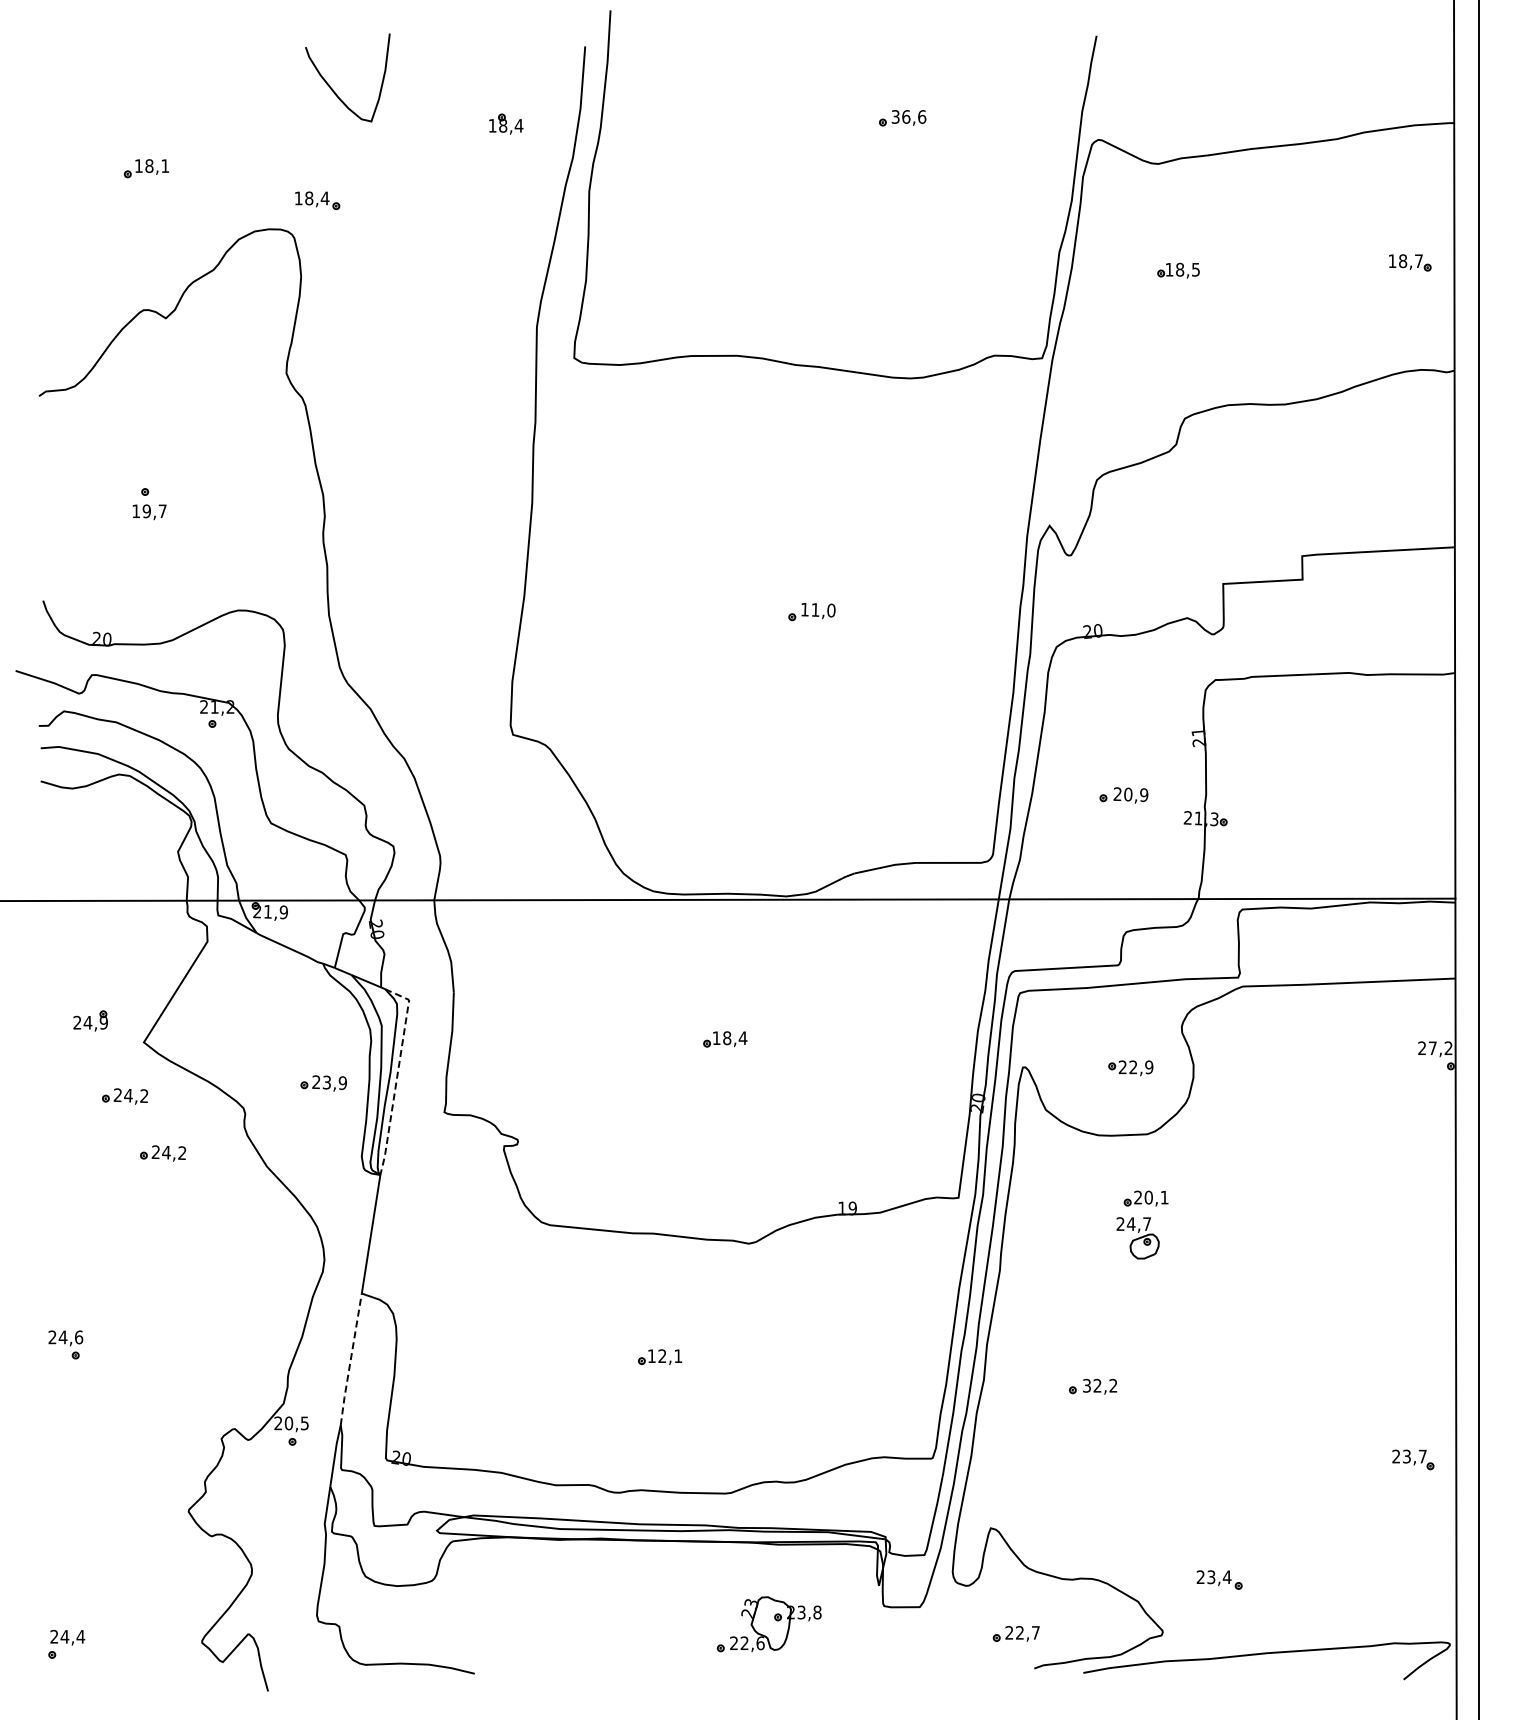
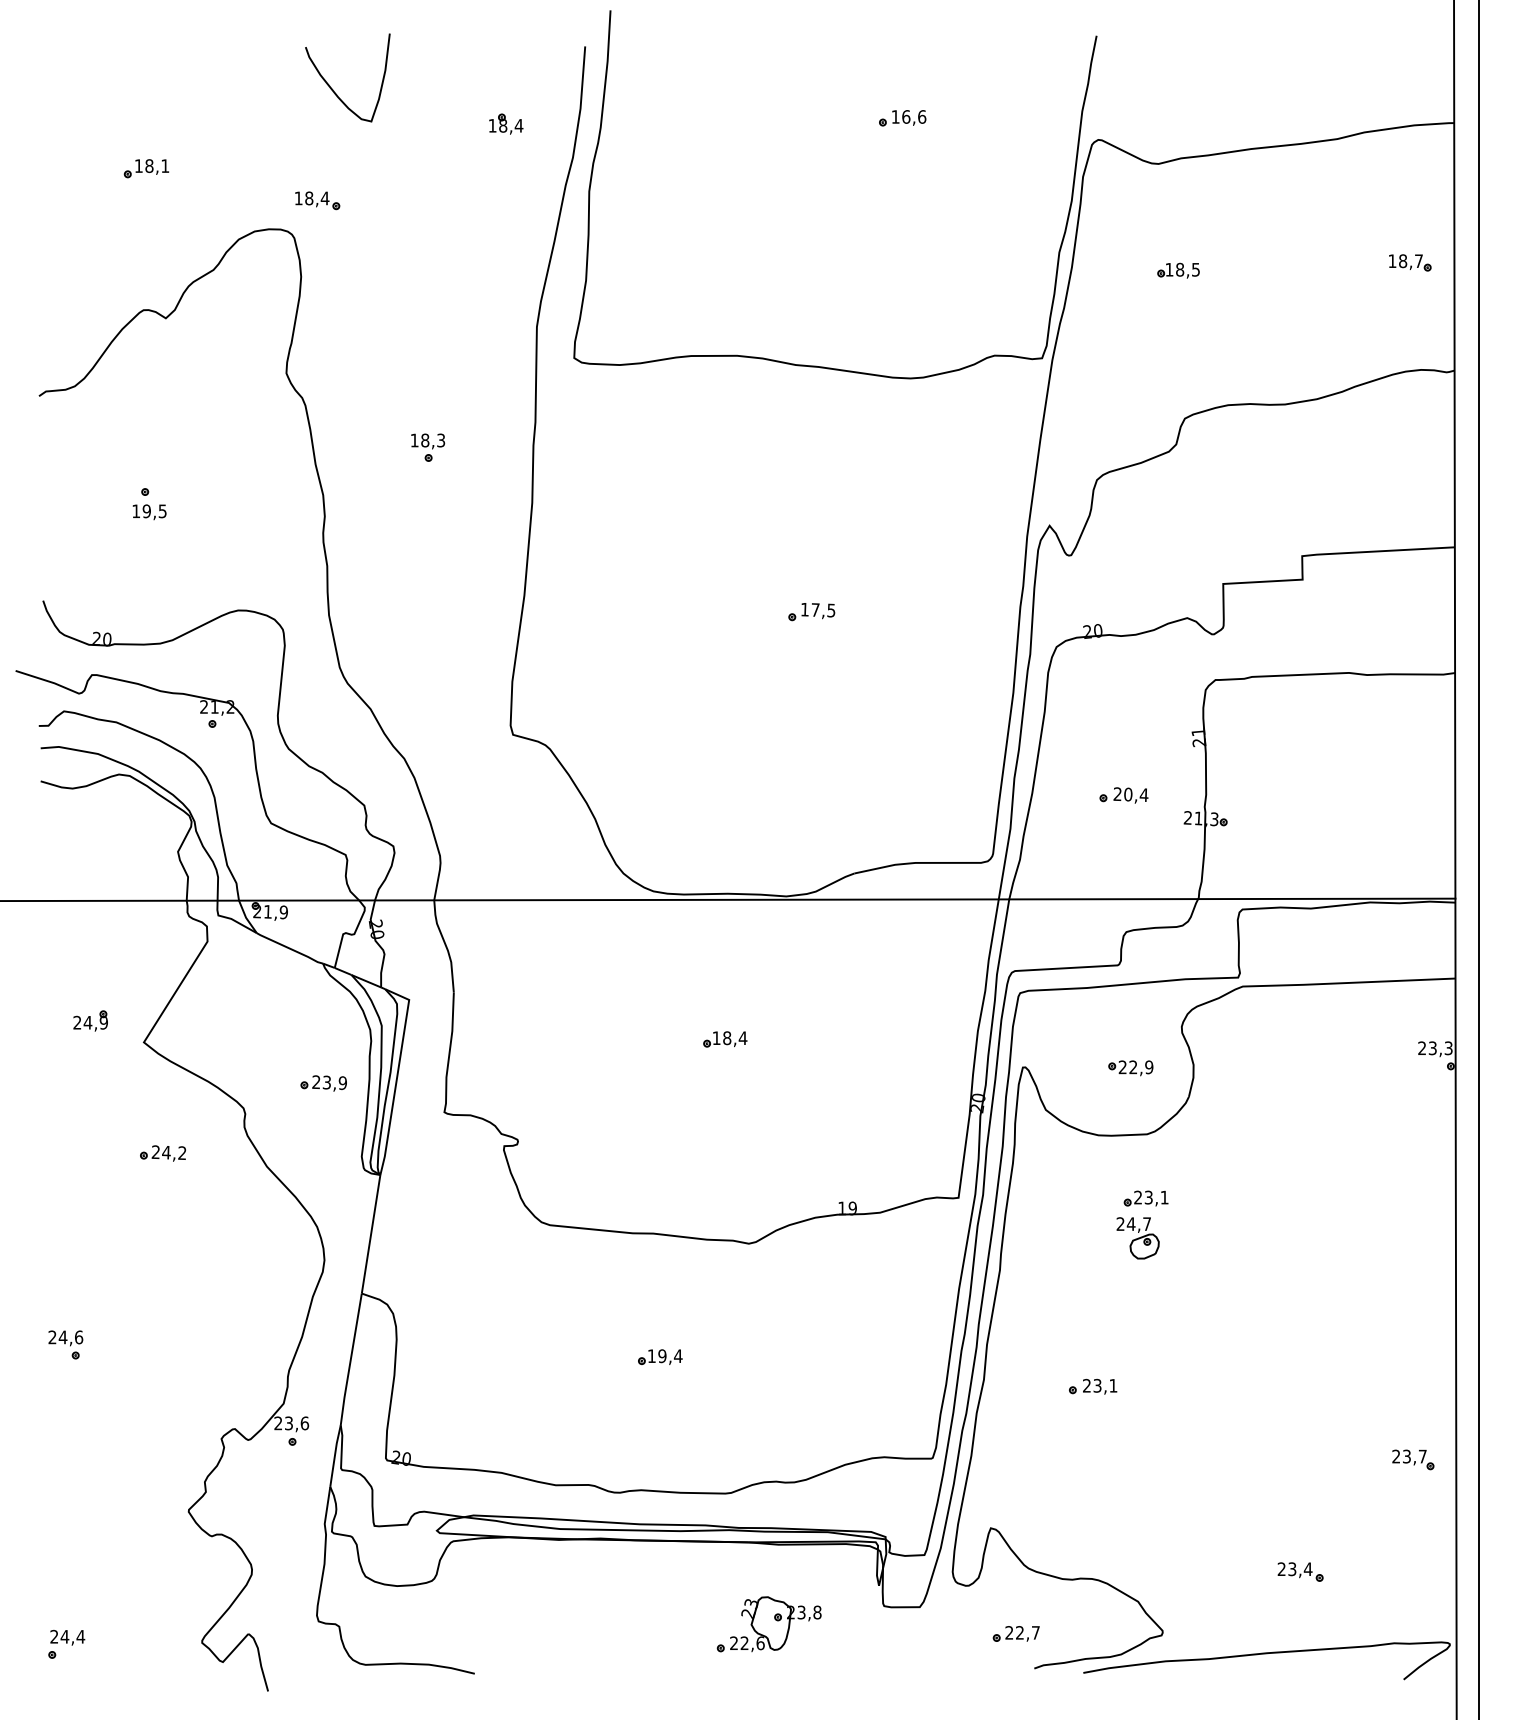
text at (895, 116): 36,6 -> 16,6
part at (428, 447): none -> present
text at (162, 511): 19,7 -> 19,5
text at (823, 610): 11,0 -> 17,5
text at (1143, 794): 20,9 -> 20,4
text at (1440, 1048): 27,2 -> 23,3
line at (397, 1074): dashed -> solid
part at (124, 1096): present -> none
text at (1148, 1197): 20,1 -> 23,1
text at (670, 1356): 12,1 -> 19,4
line at (350, 1359): dashed -> solid
text at (1100, 1385): 32,2 -> 23,1
text at (296, 1423): 20,5 -> 23,6
part at (1219, 1579) position: (1219, 1579) -> (1300, 1571)
